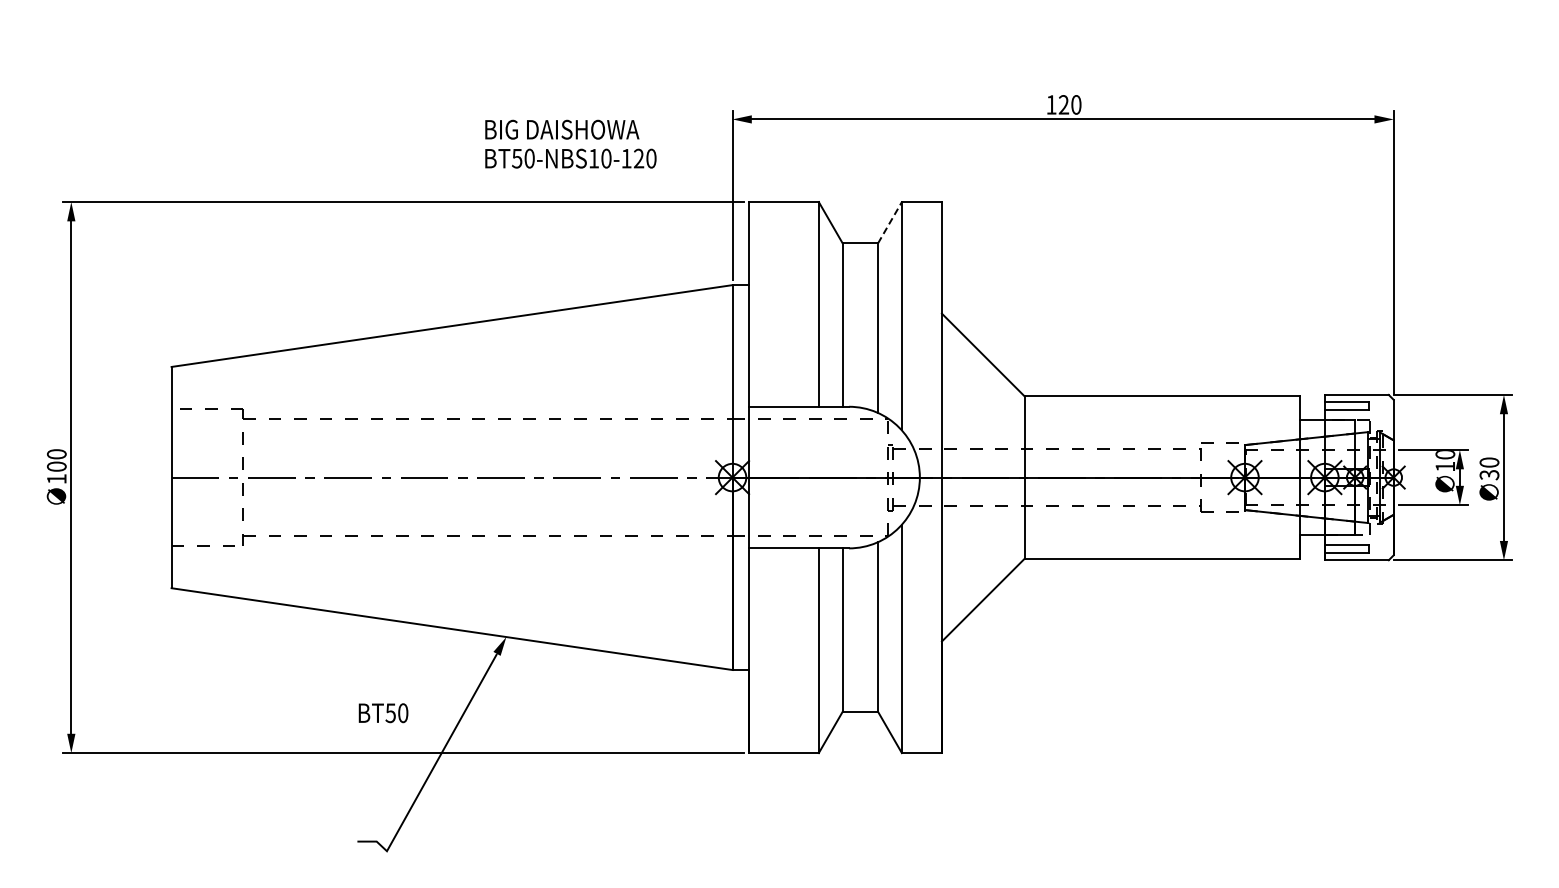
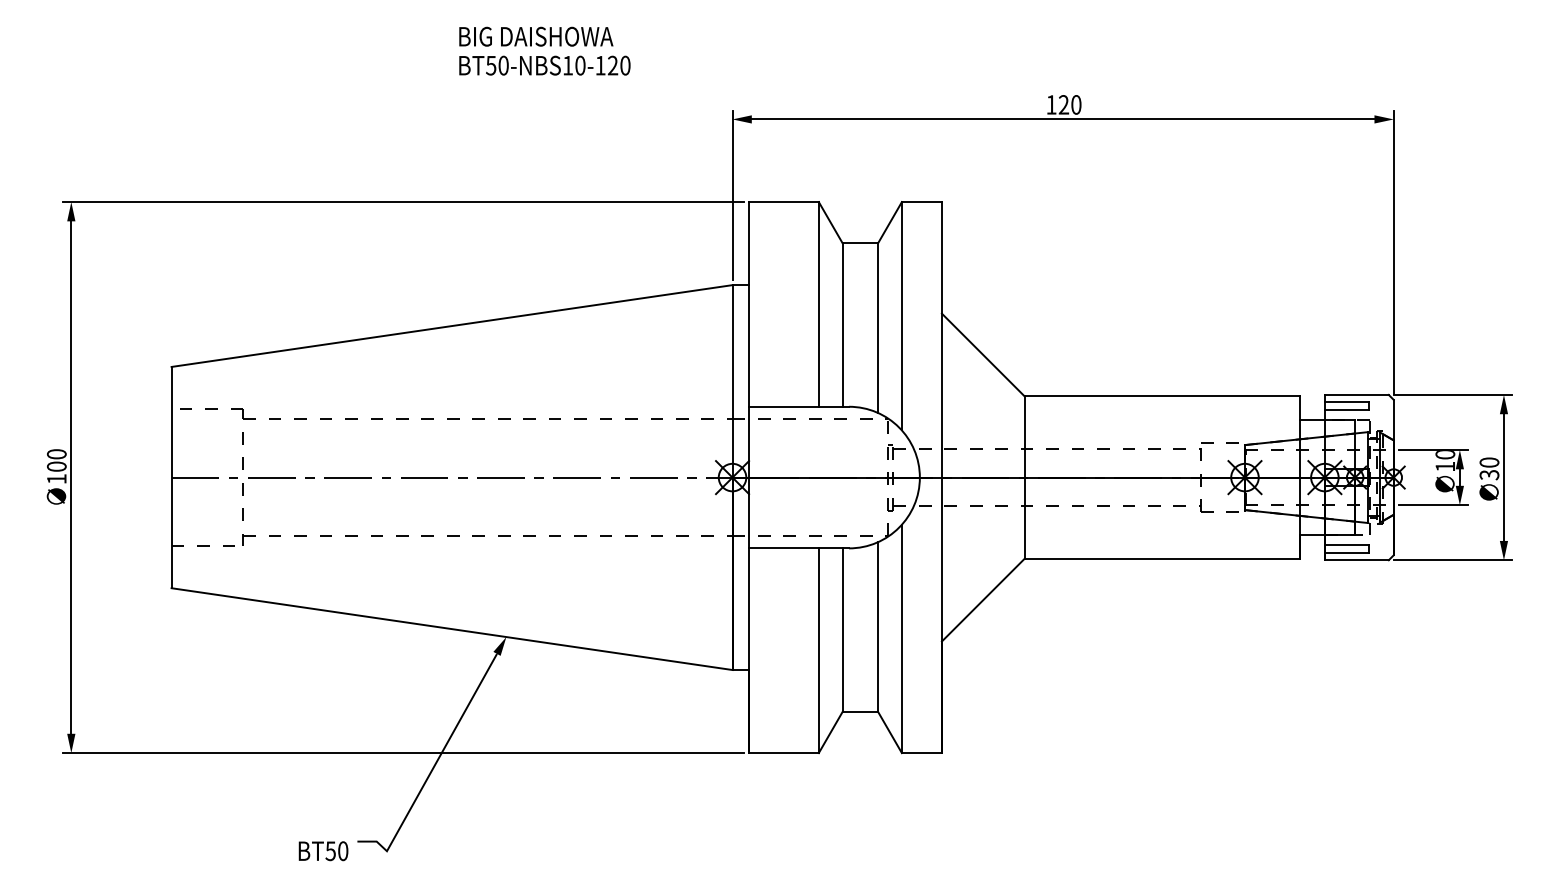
text at (570, 143) position: (570, 143) -> (544, 50)
line at (889, 222): dashed -> solid
text at (383, 713) position: (383, 713) -> (323, 851)
